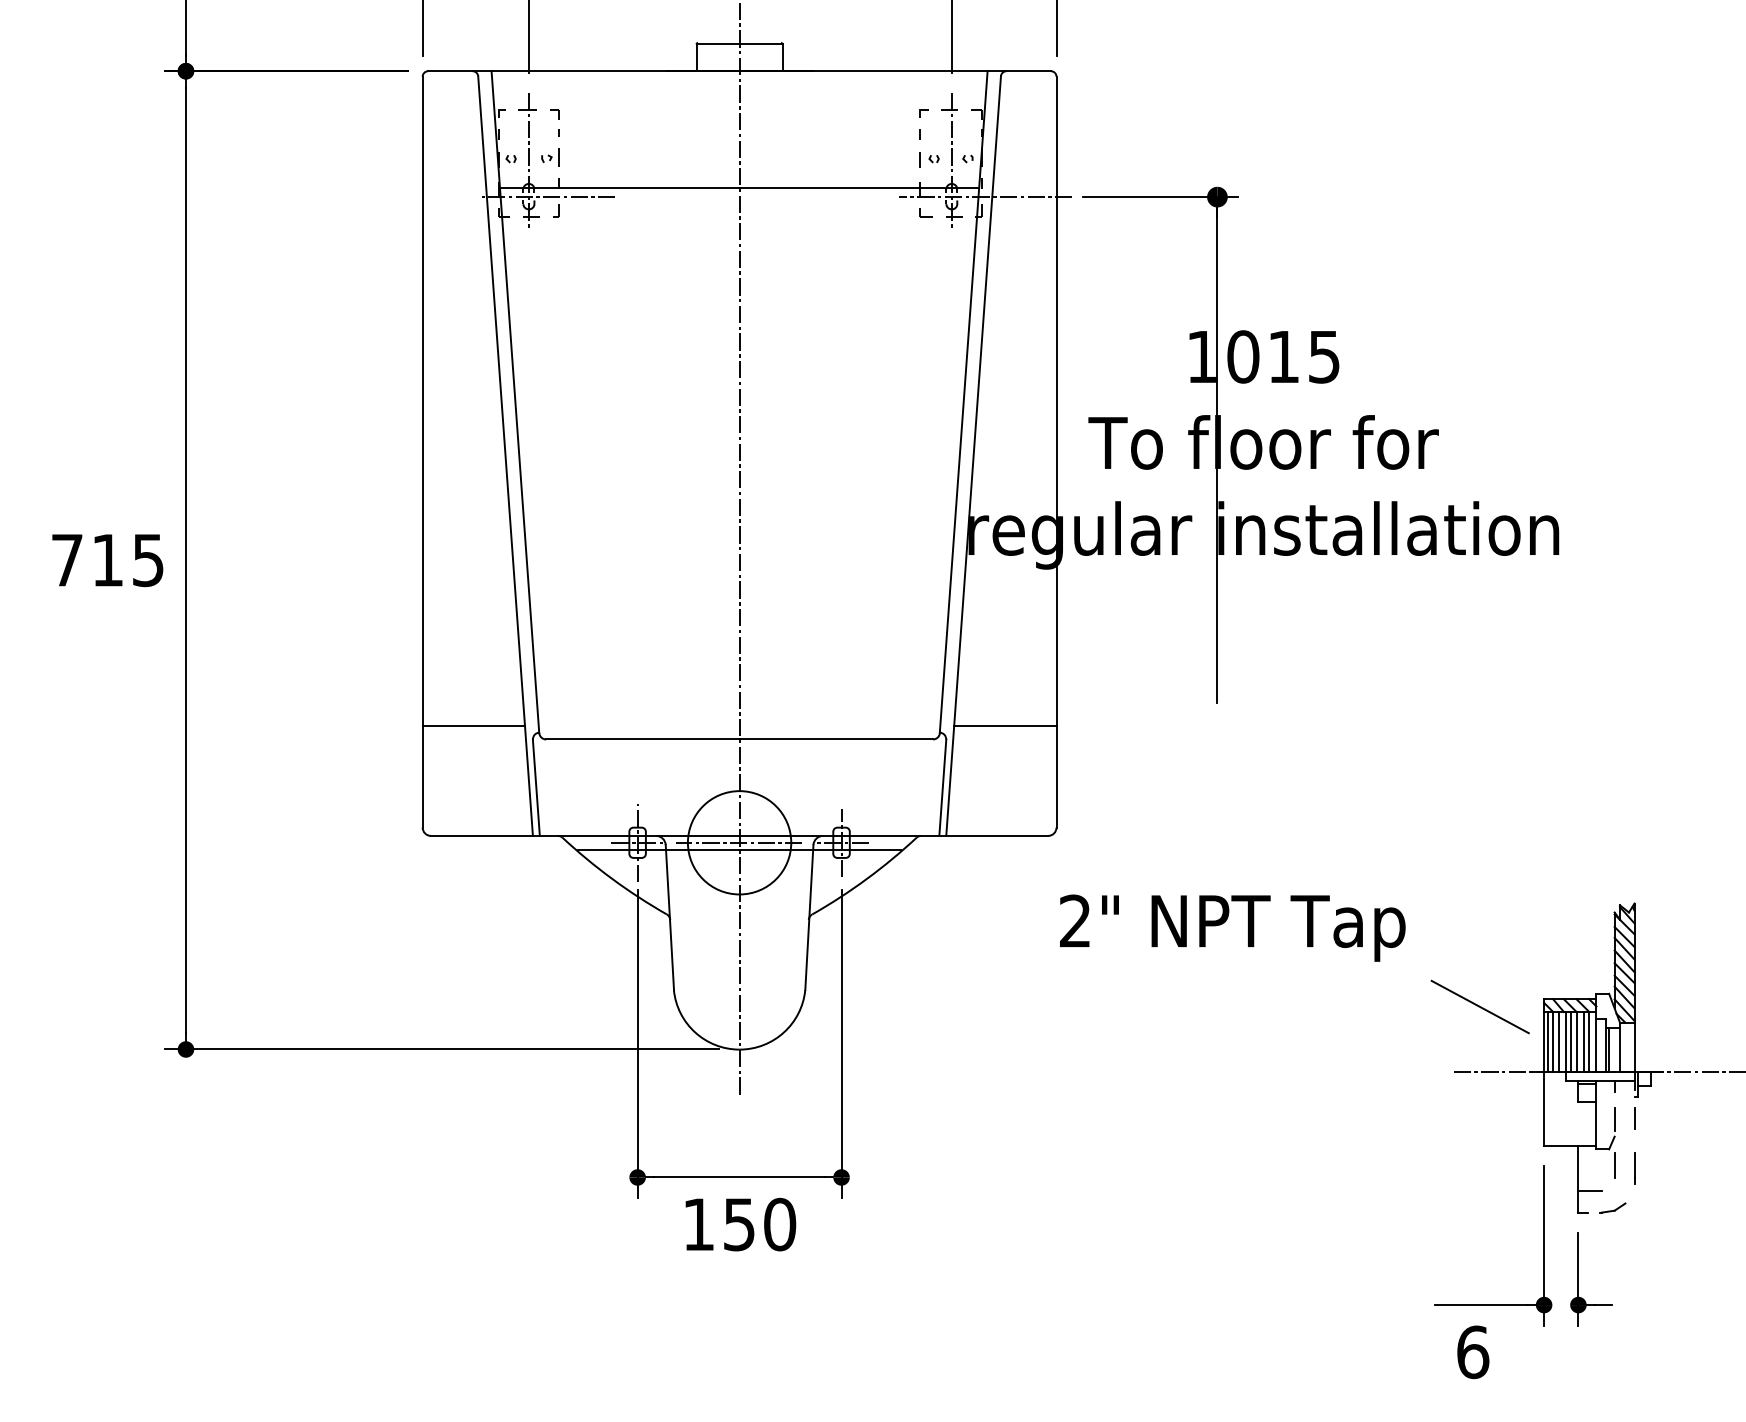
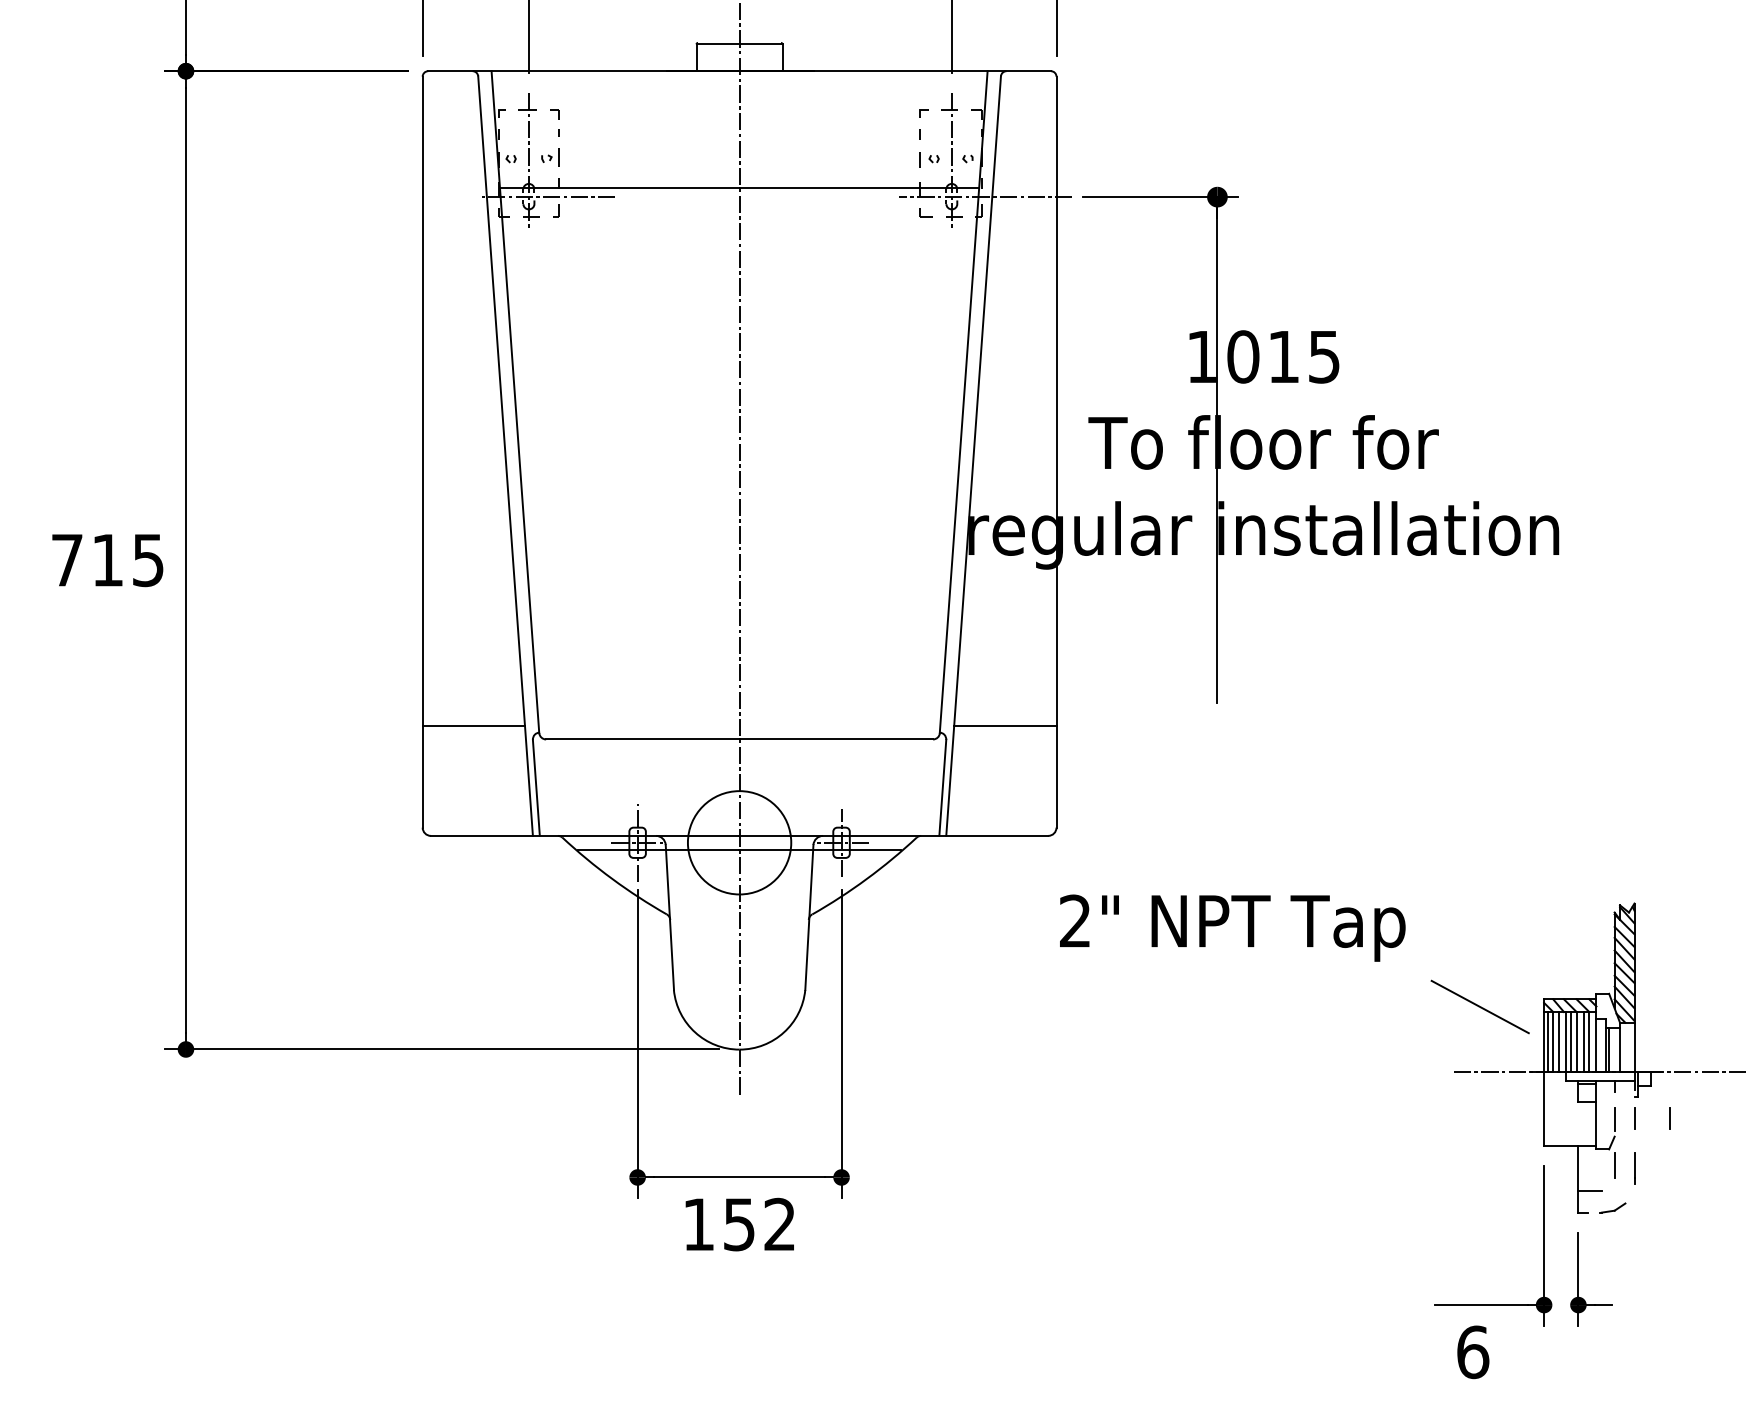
line at (739, 842): present -> none
line at (1669, 1118): none -> present
text at (780, 1224): 150 -> 152
